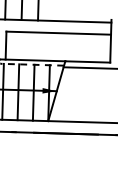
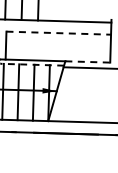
line at (59, 33): solid -> dashed
line at (88, 61): solid -> dashed
